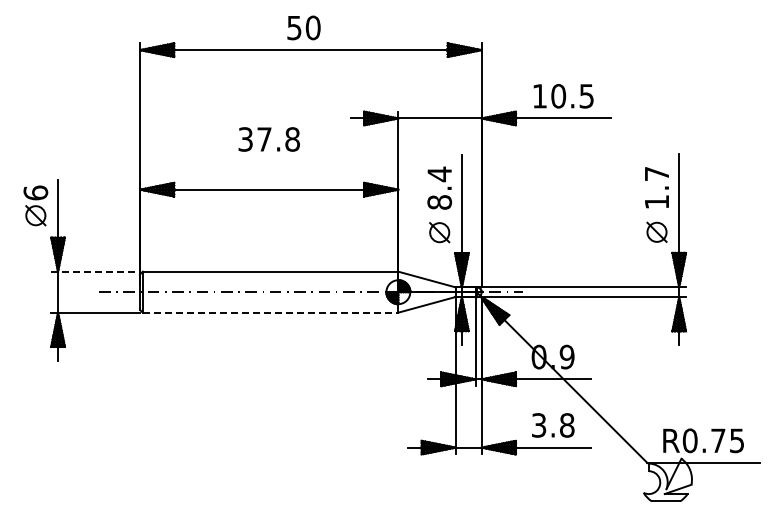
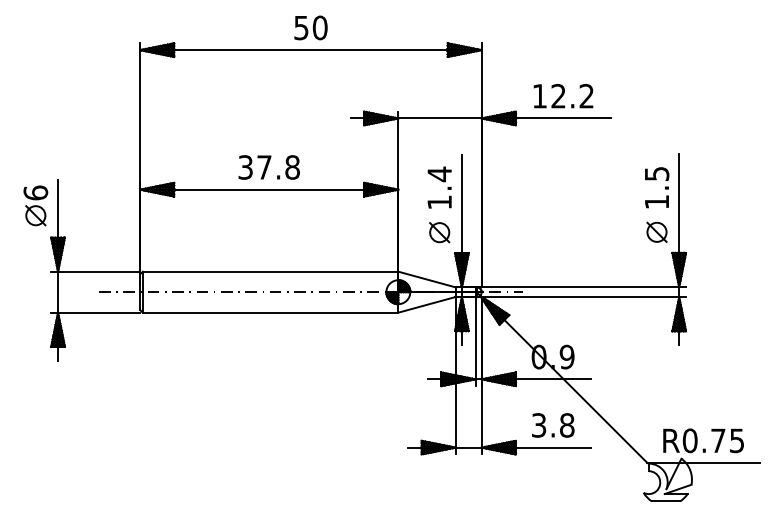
text at (303, 27) position: (303, 27) -> (310, 27)
text at (572, 96): 10.5 -> 12.2
text at (268, 139) position: (268, 139) -> (268, 167)
text at (657, 173): 1.7 -> 1.5
text at (439, 202): 8.4 -> 1.4
line at (96, 271): dashed -> solid
line at (270, 312): dashed -> solid
